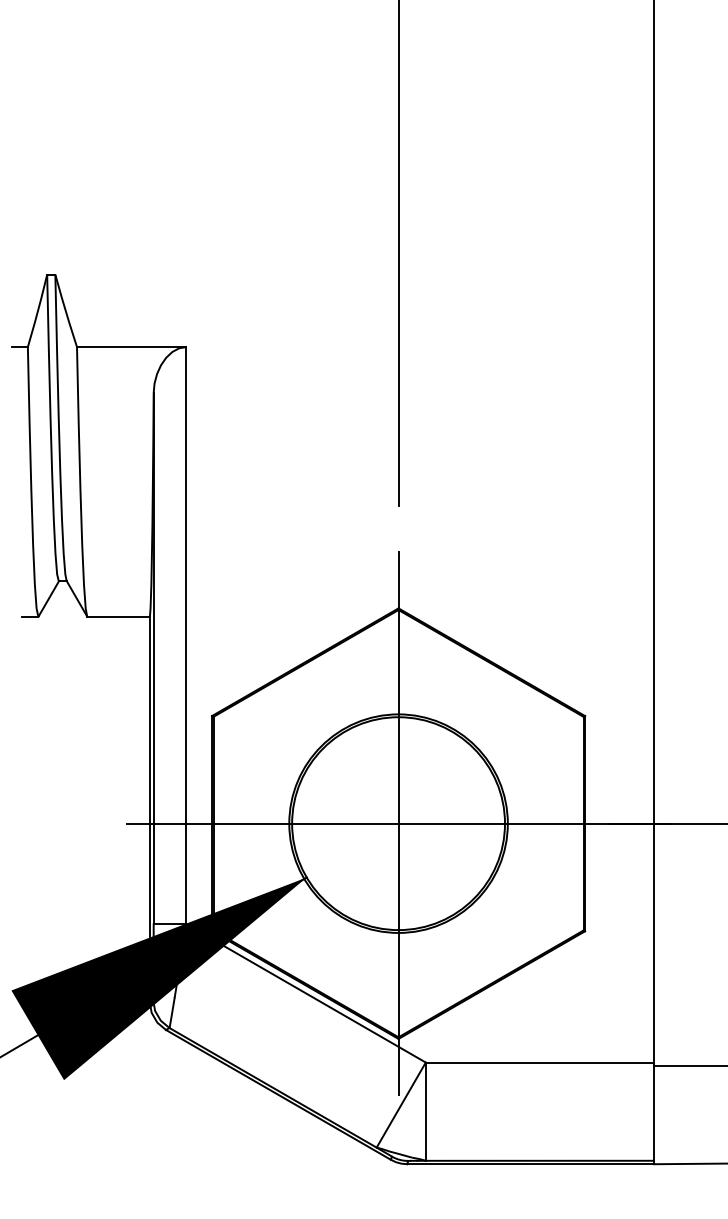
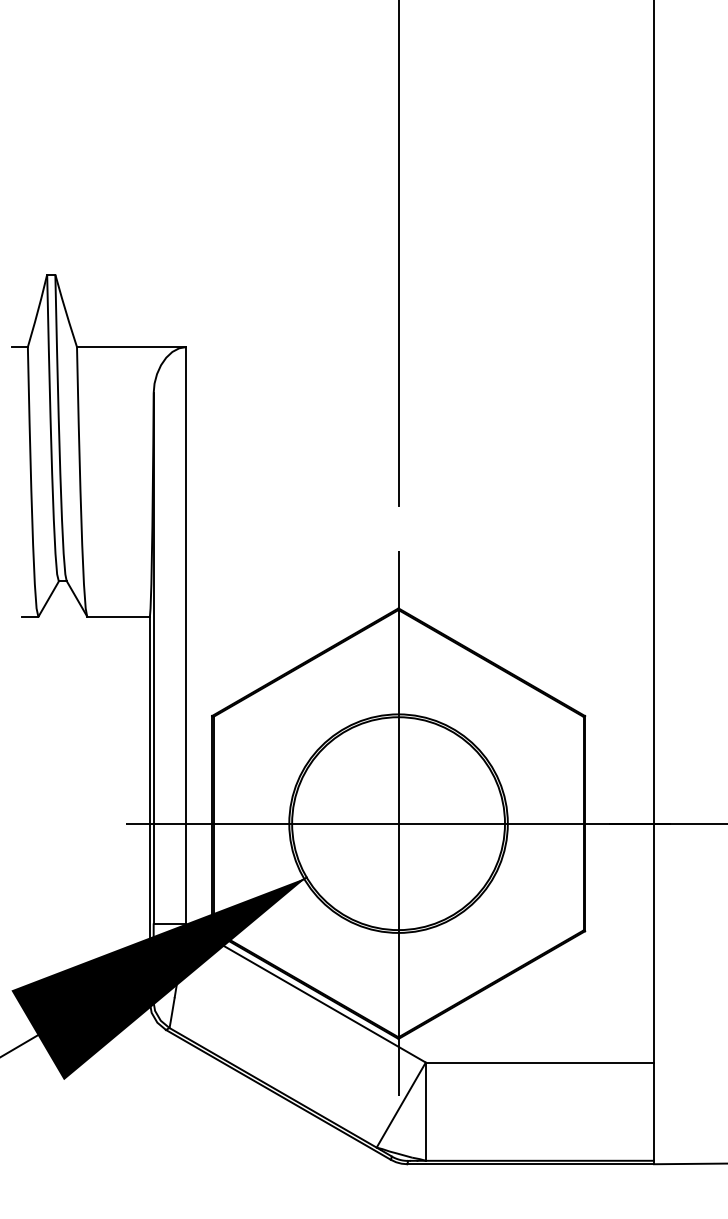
line at (688, 1066): present -> none
